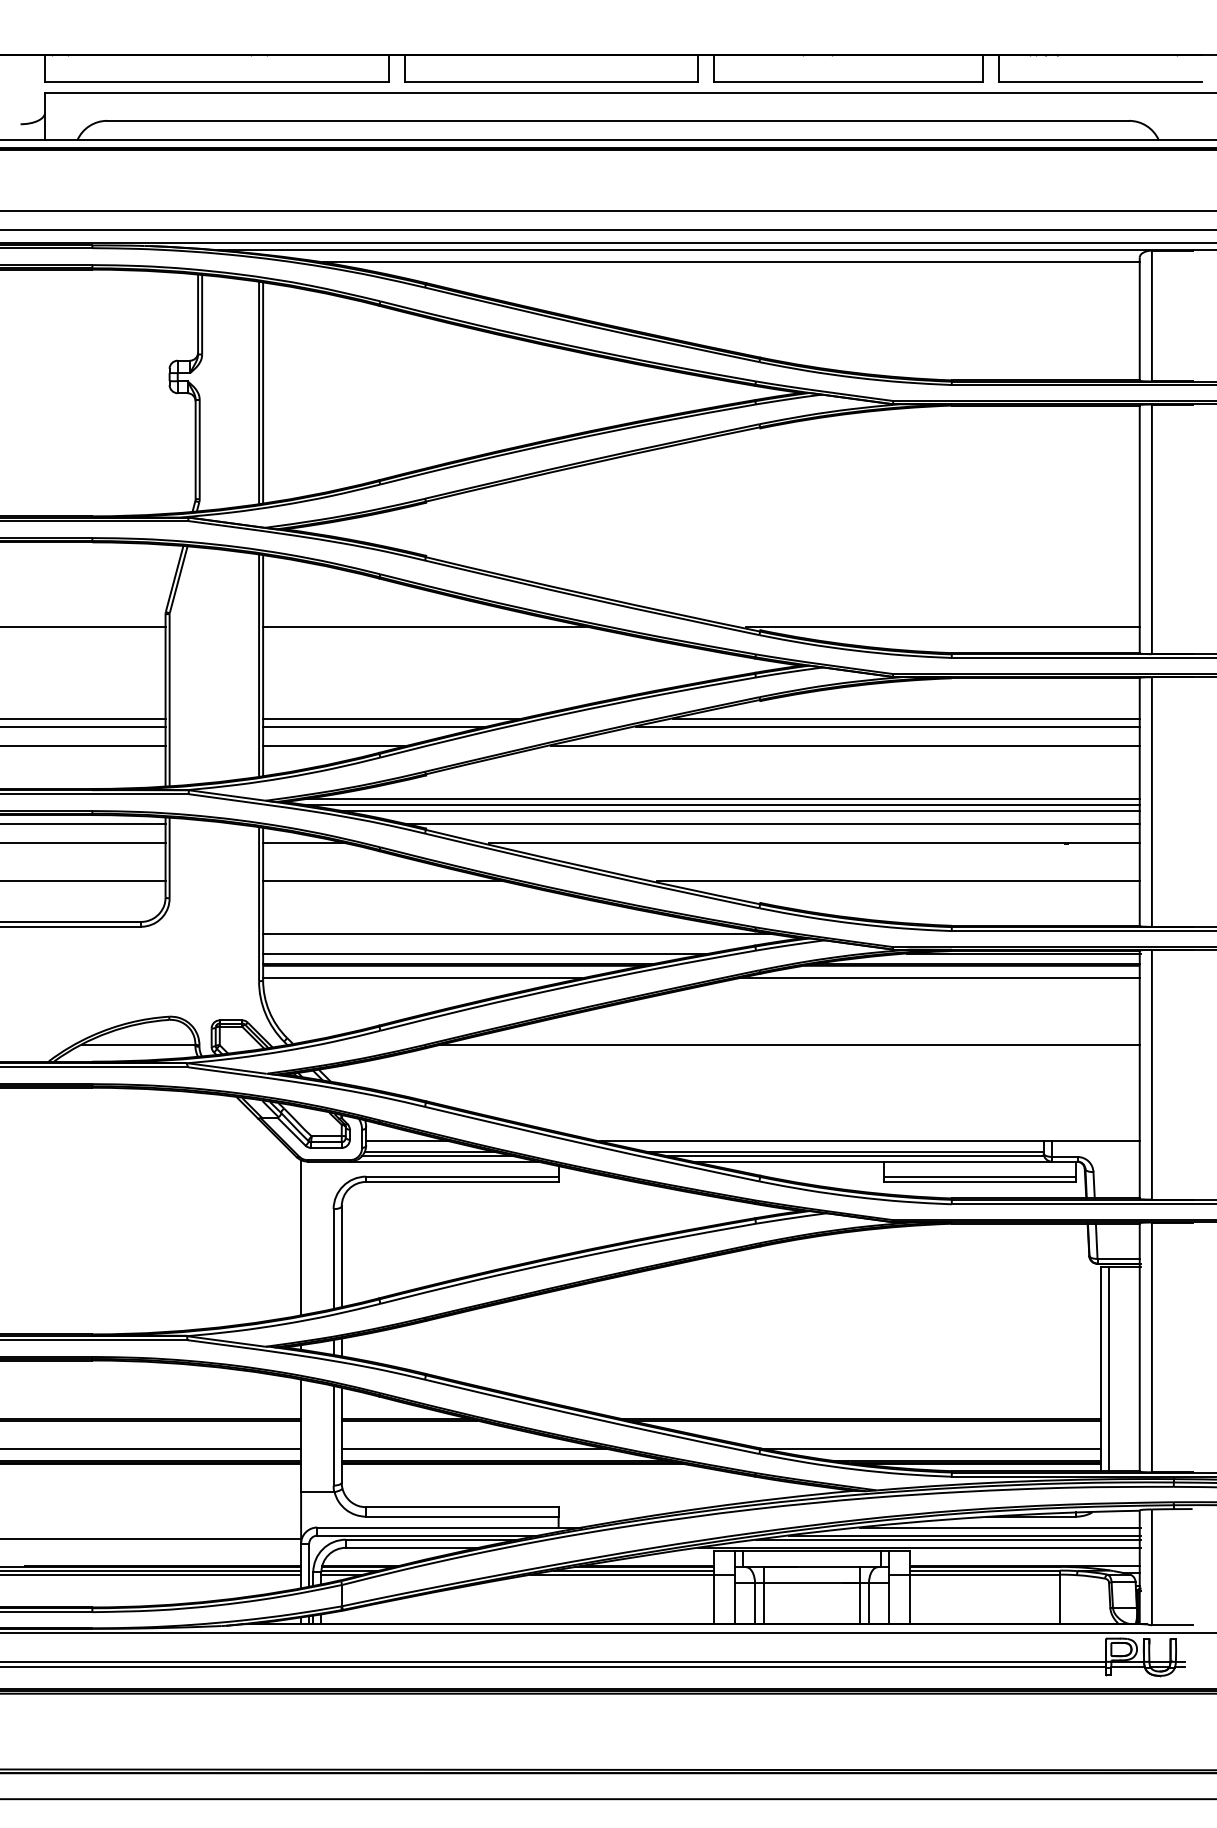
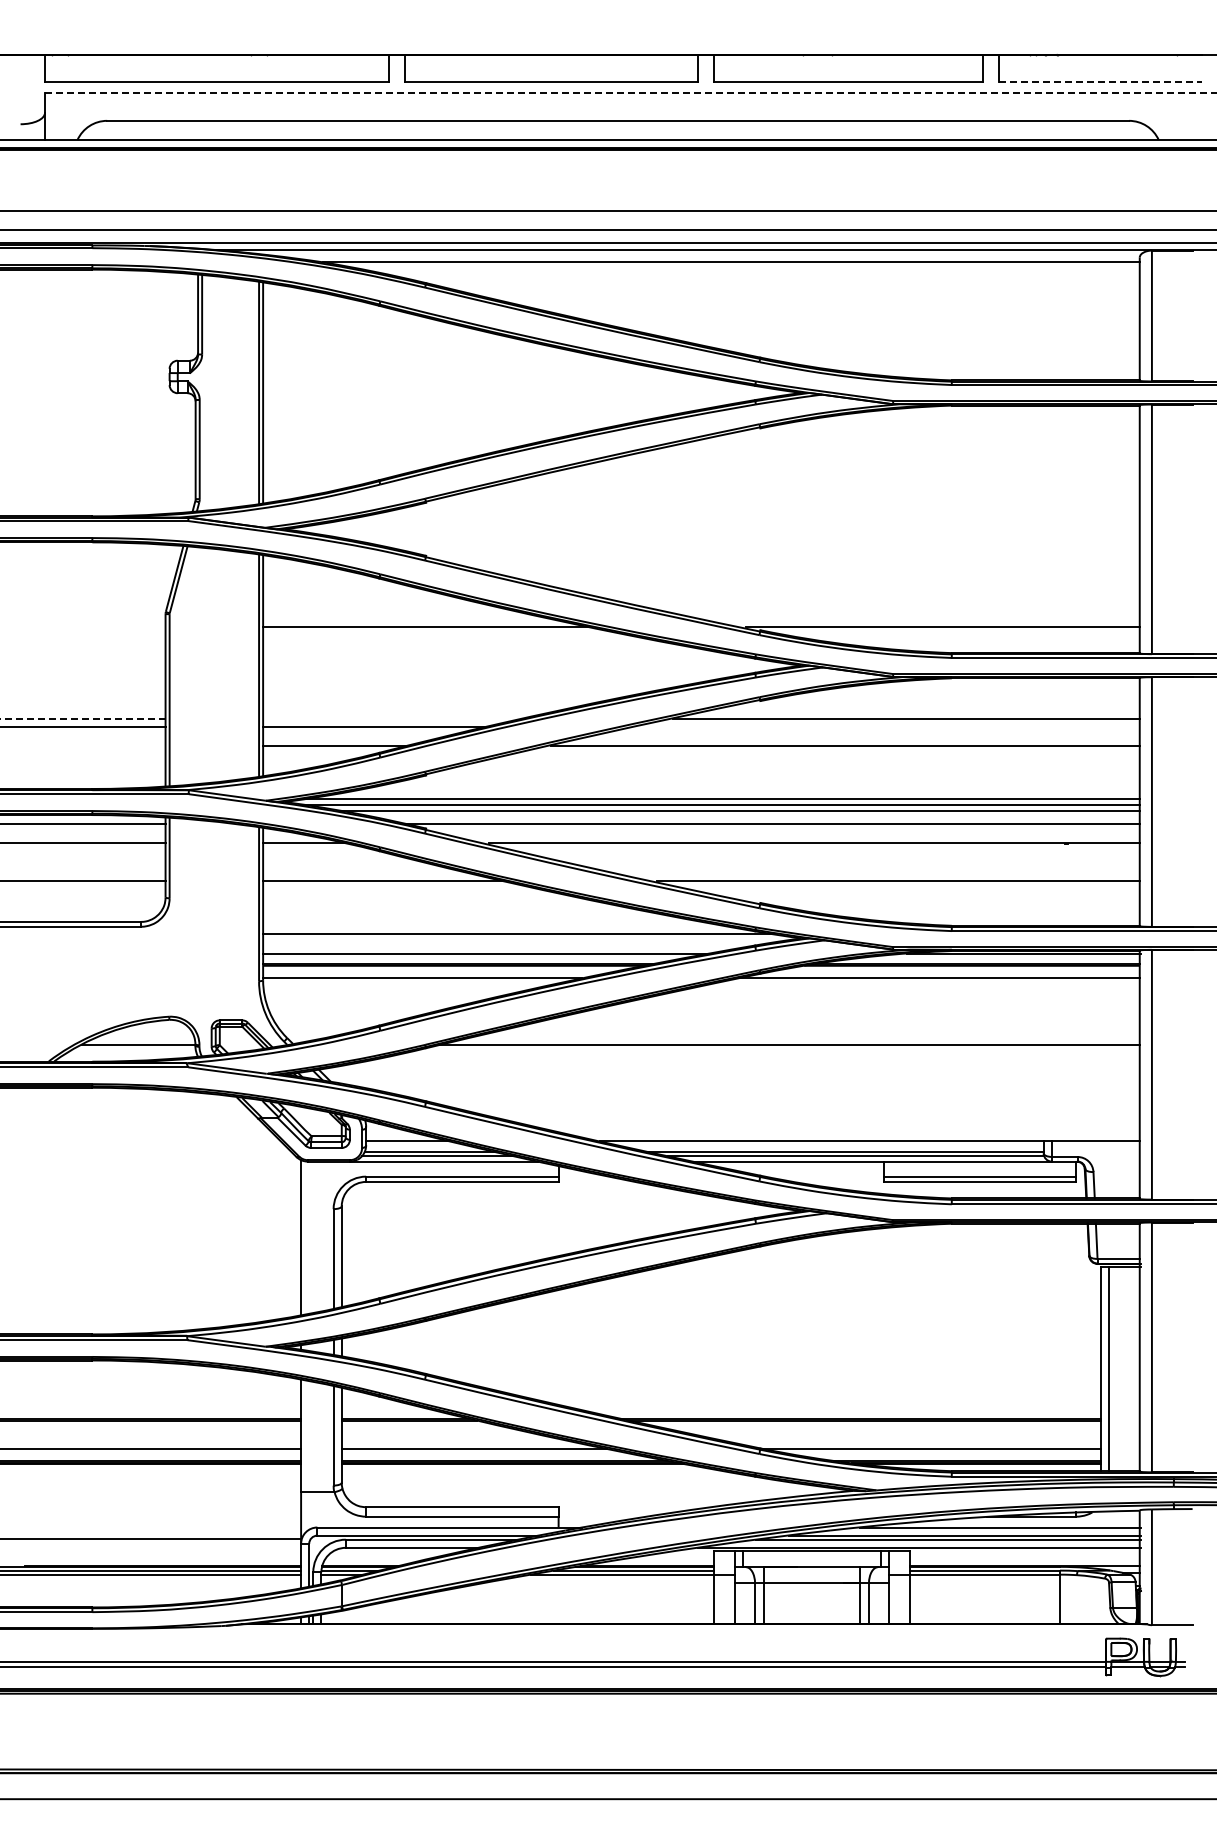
line at (1100, 81): solid -> dashed
line at (630, 92): solid -> dashed
line at (83, 627): present -> none
line at (82, 719): solid -> dashed
line at (391, 719): present -> none
line at (887, 727): present -> none
line at (83, 746): present -> none
line at (607, 1633): present -> none
